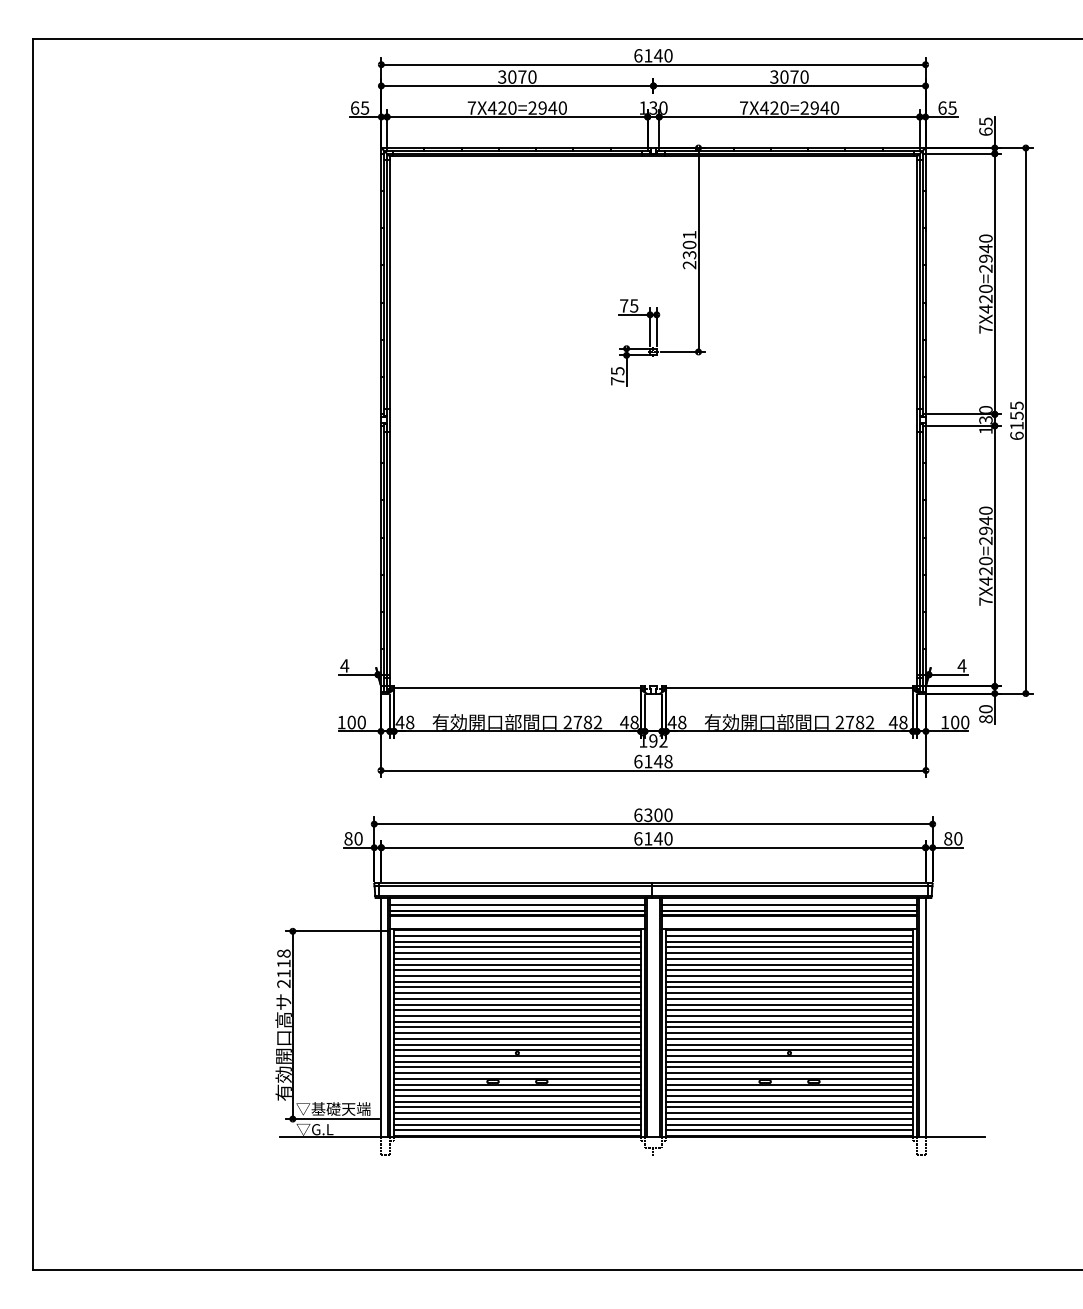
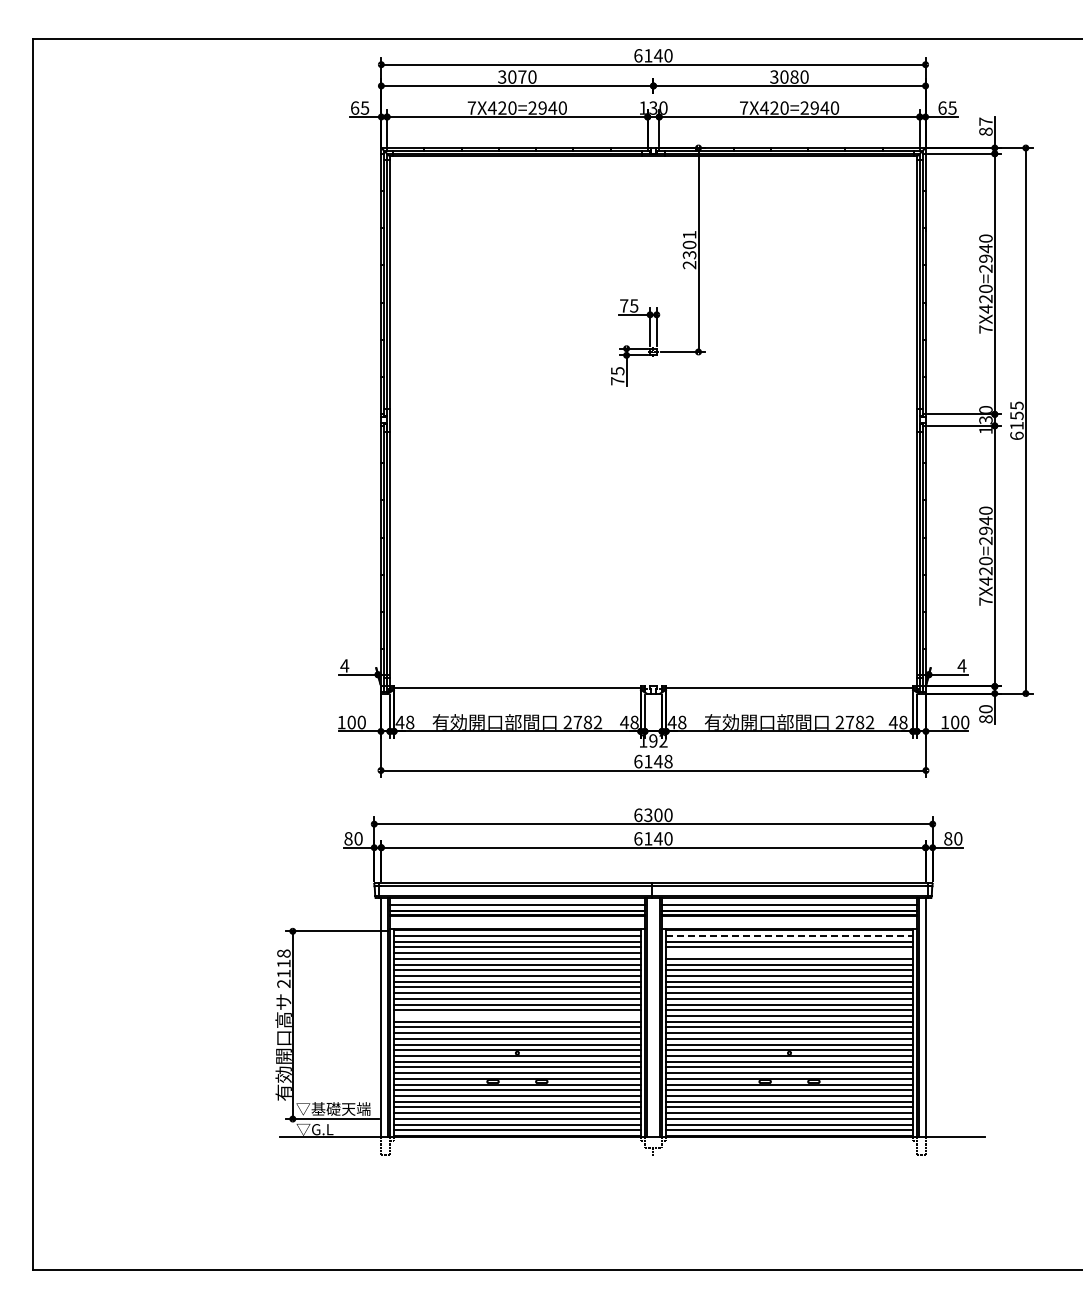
text at (794, 76): 3070 -> 3080
text at (985, 126): 65 -> 87
line at (790, 935): solid -> dashed
line at (789, 953): present -> none
line at (517, 1016): present -> none
